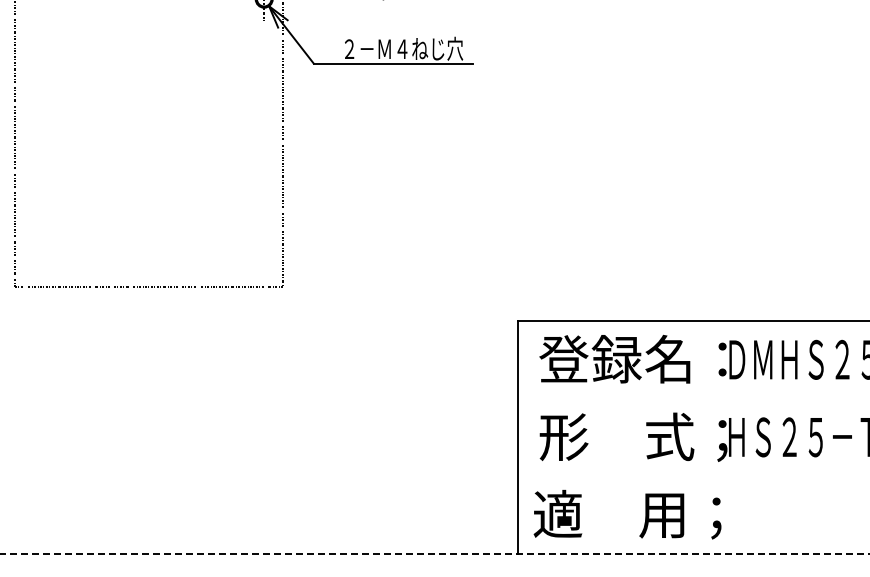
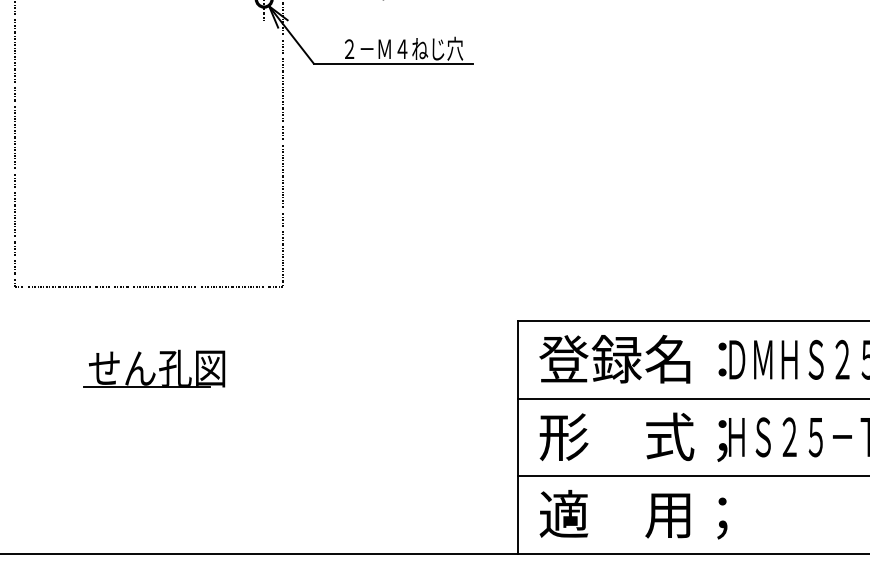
part at (154, 368): none -> present
line at (692, 398): none -> present
line at (692, 476): none -> present
text at (627, 514) position: (627, 514) -> (633, 514)
line at (434, 553): dashed -> solid
